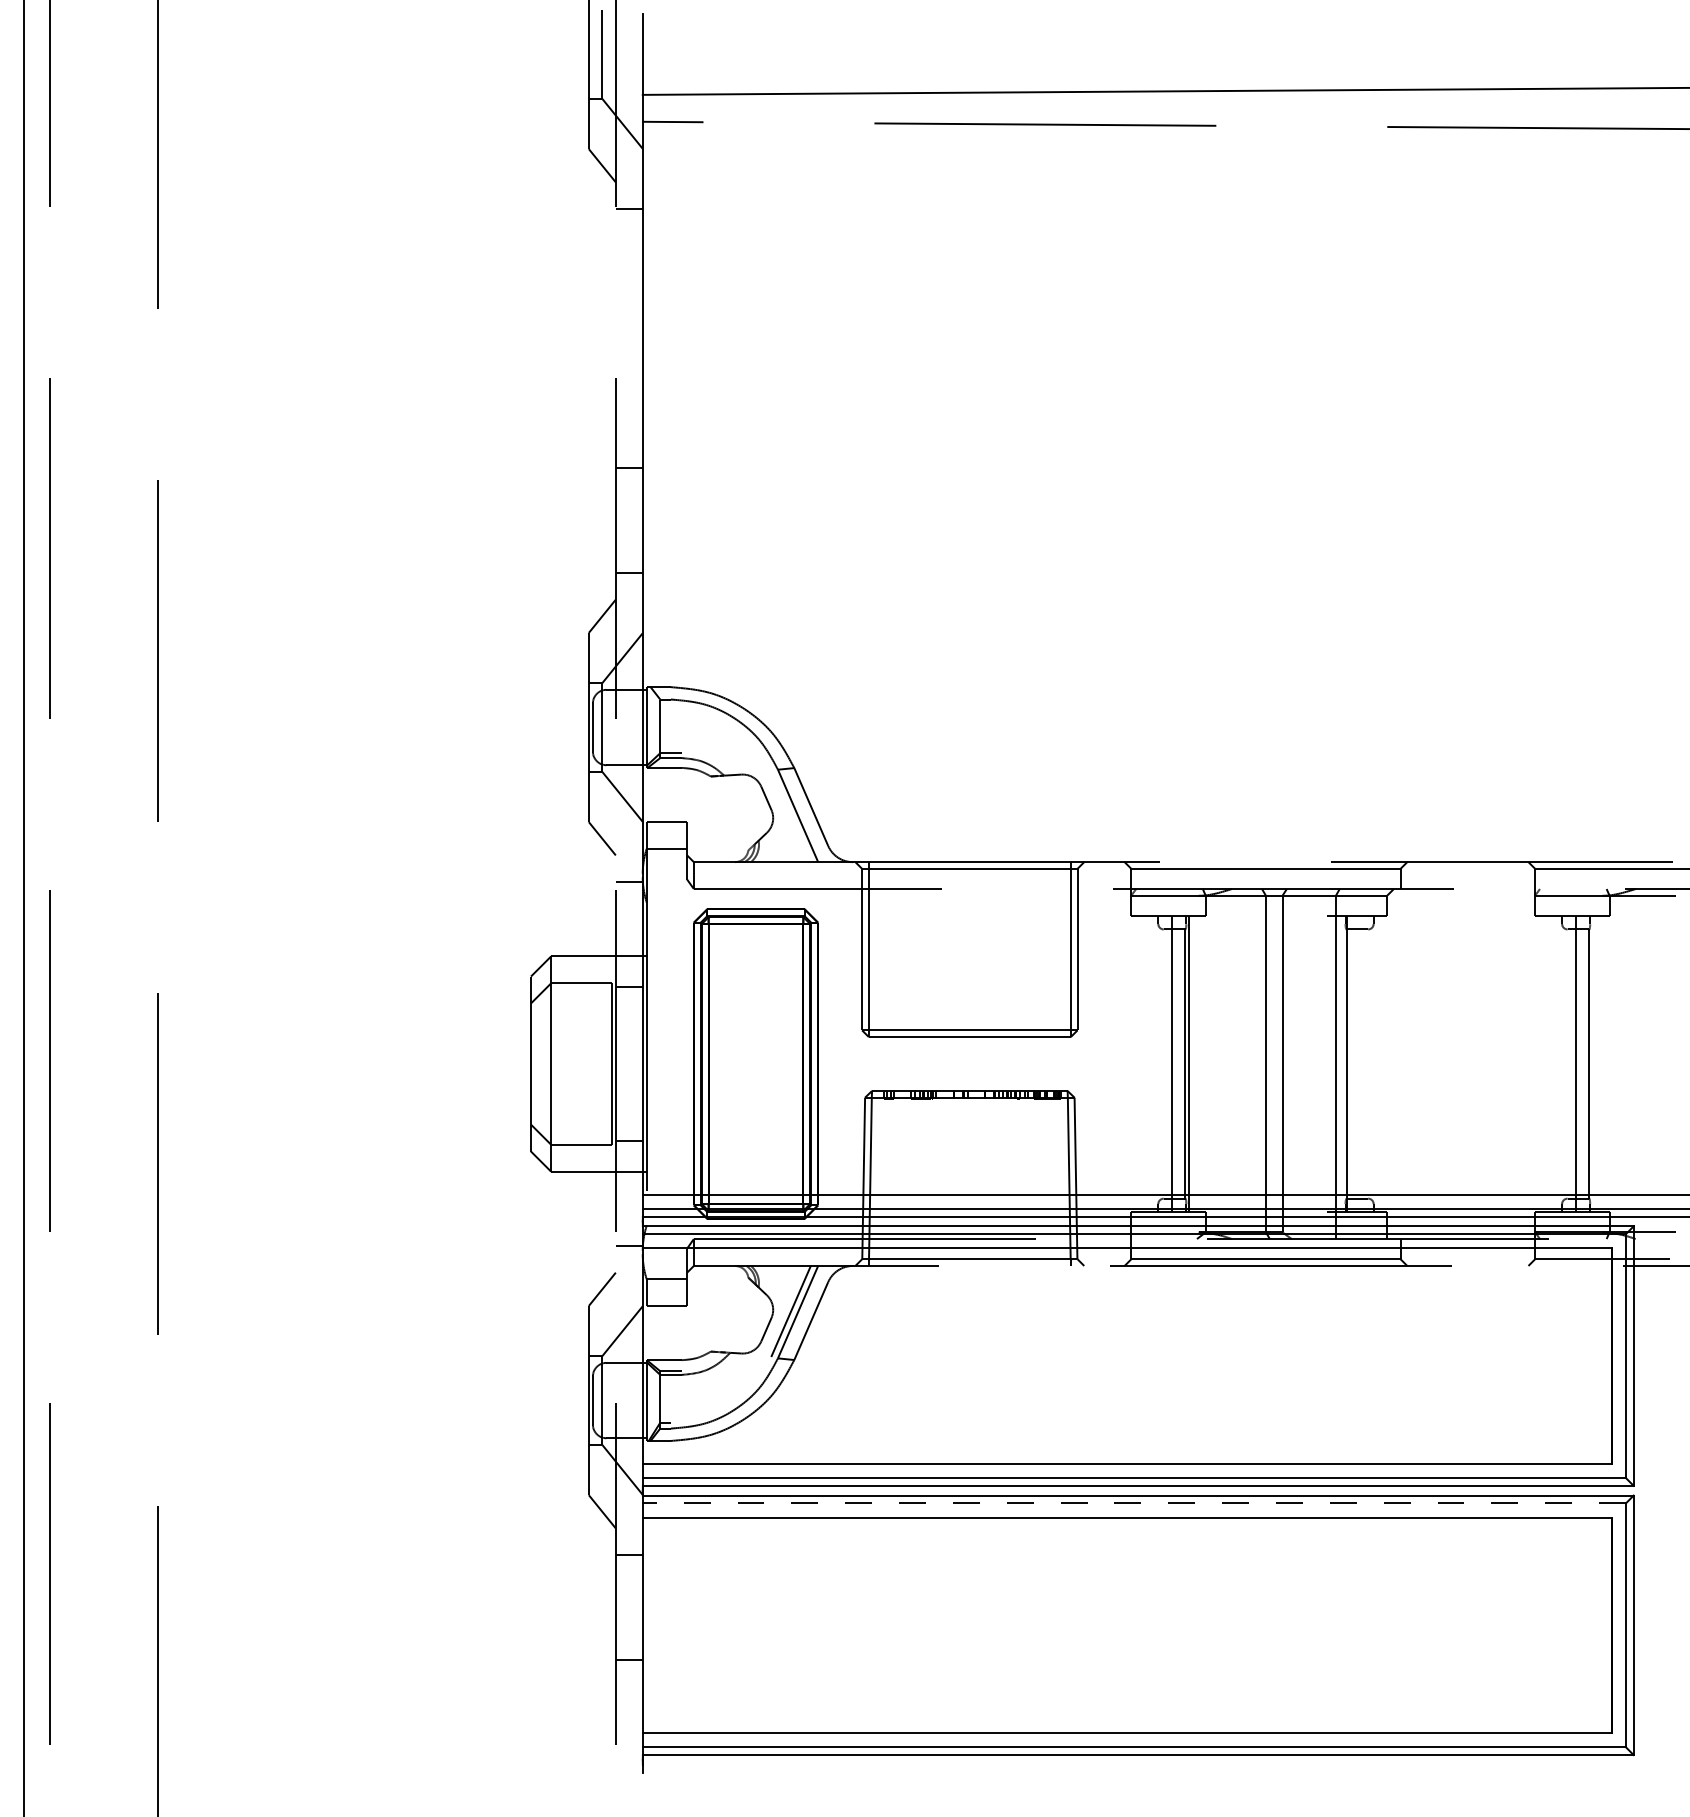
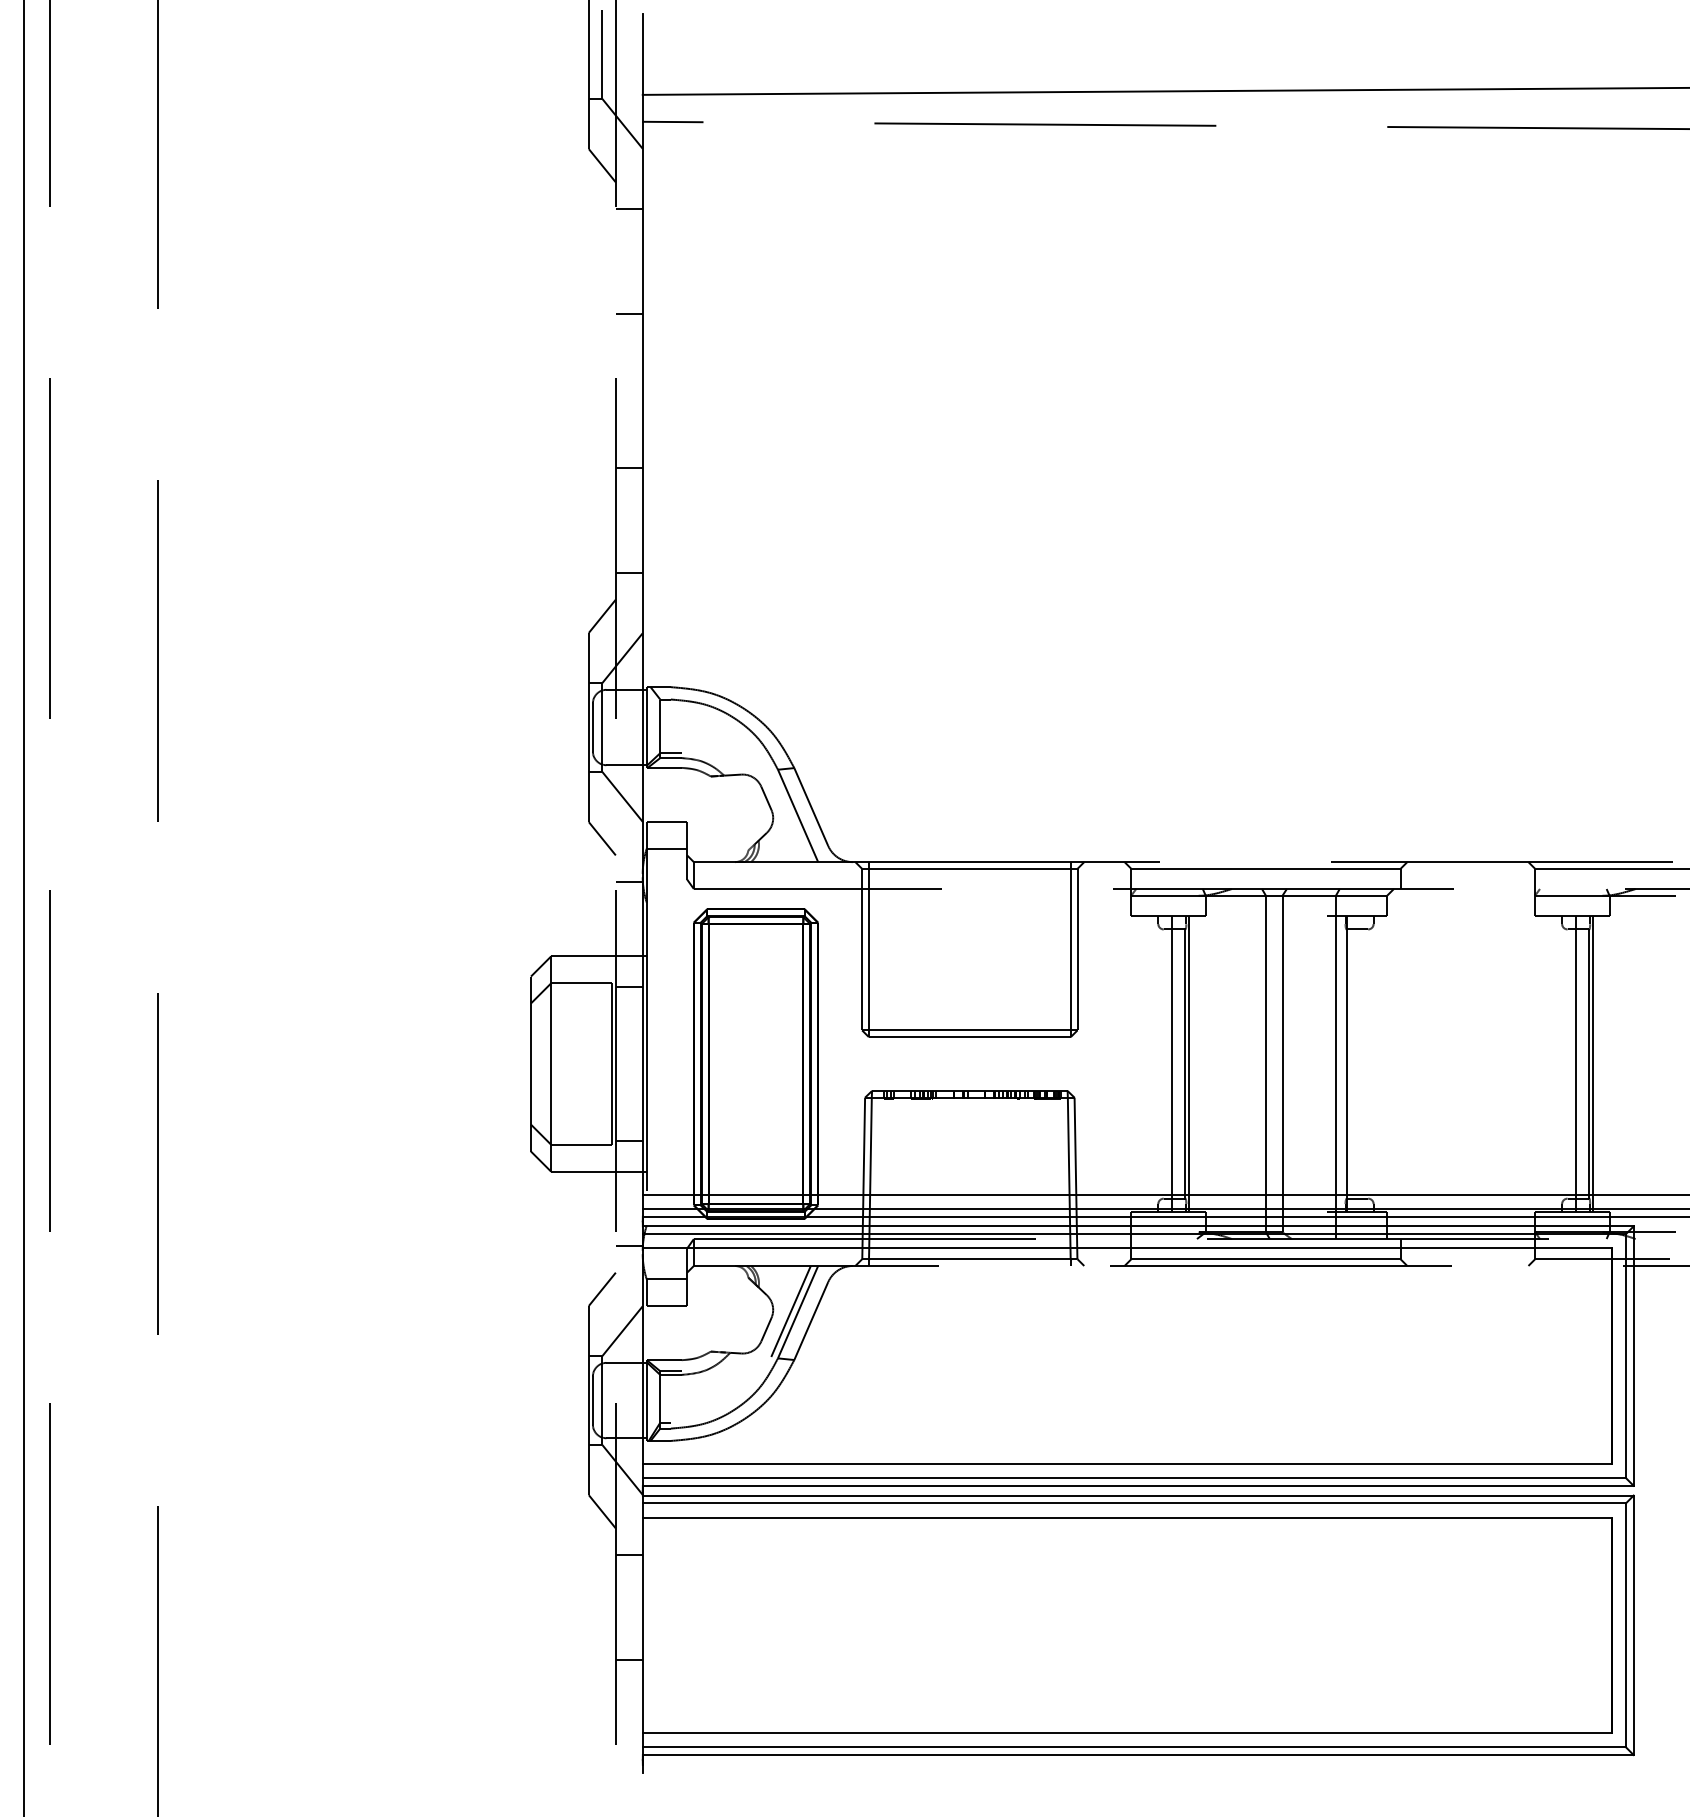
line at (628, 314): none -> present
line at (1593, 1063): none -> present
line at (1134, 1503): dashed -> solid
